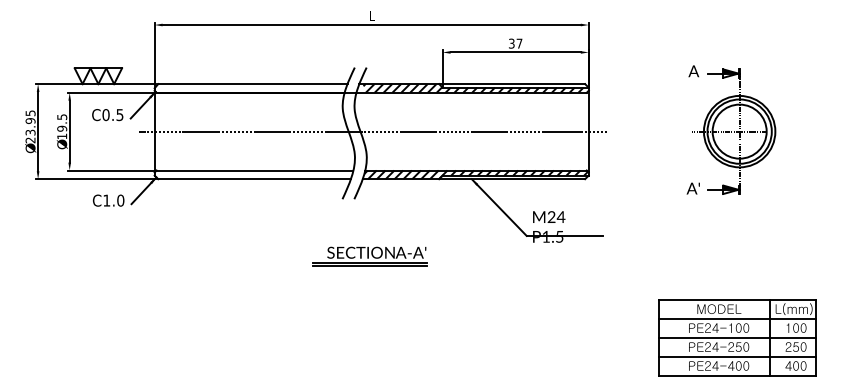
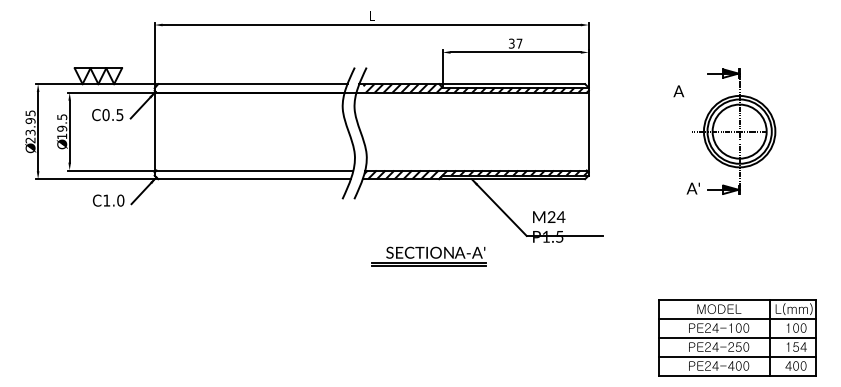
text at (693, 71) position: (693, 71) -> (678, 91)
line at (372, 131): present -> none
part at (369, 256) position: (369, 256) -> (428, 256)
text at (795, 346): 250 -> 154
